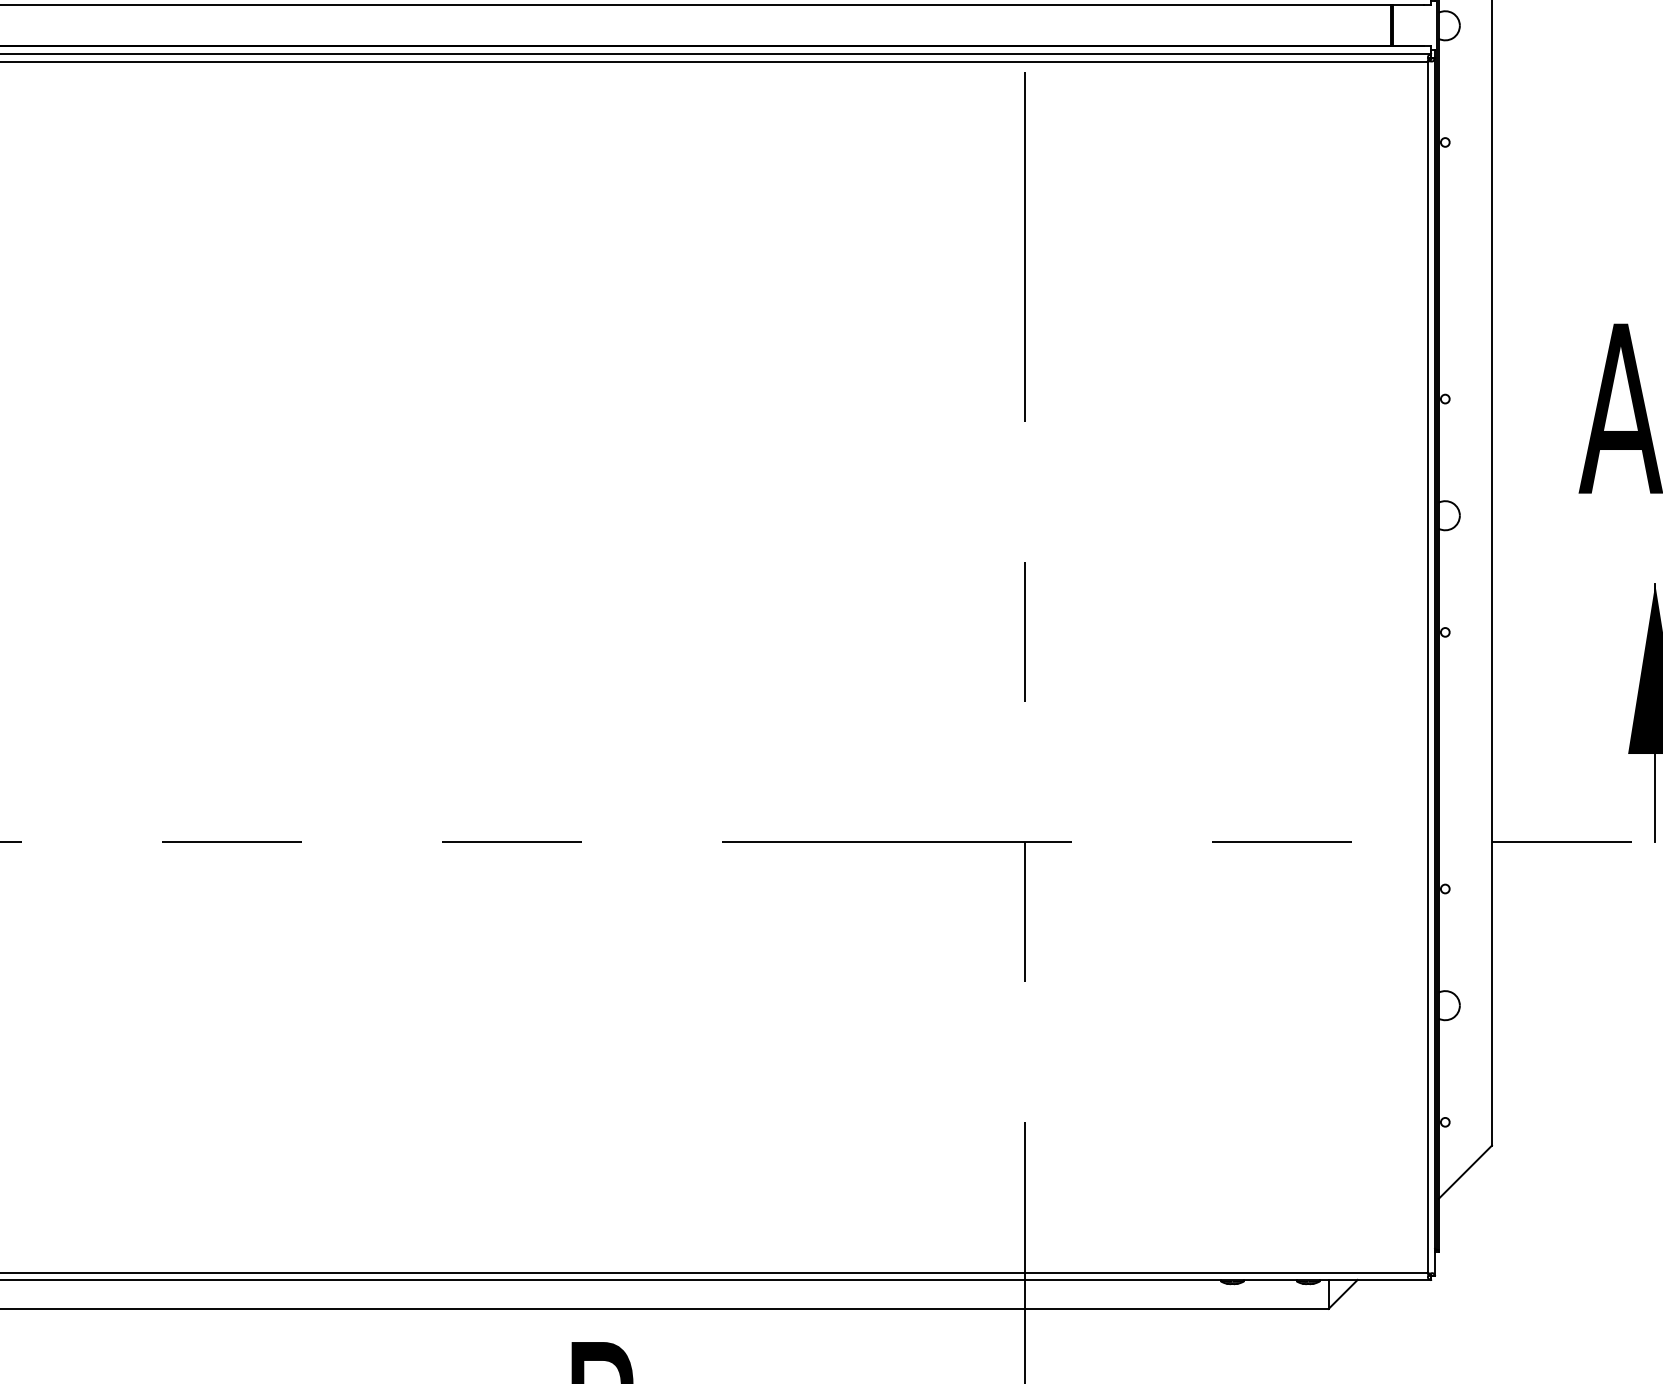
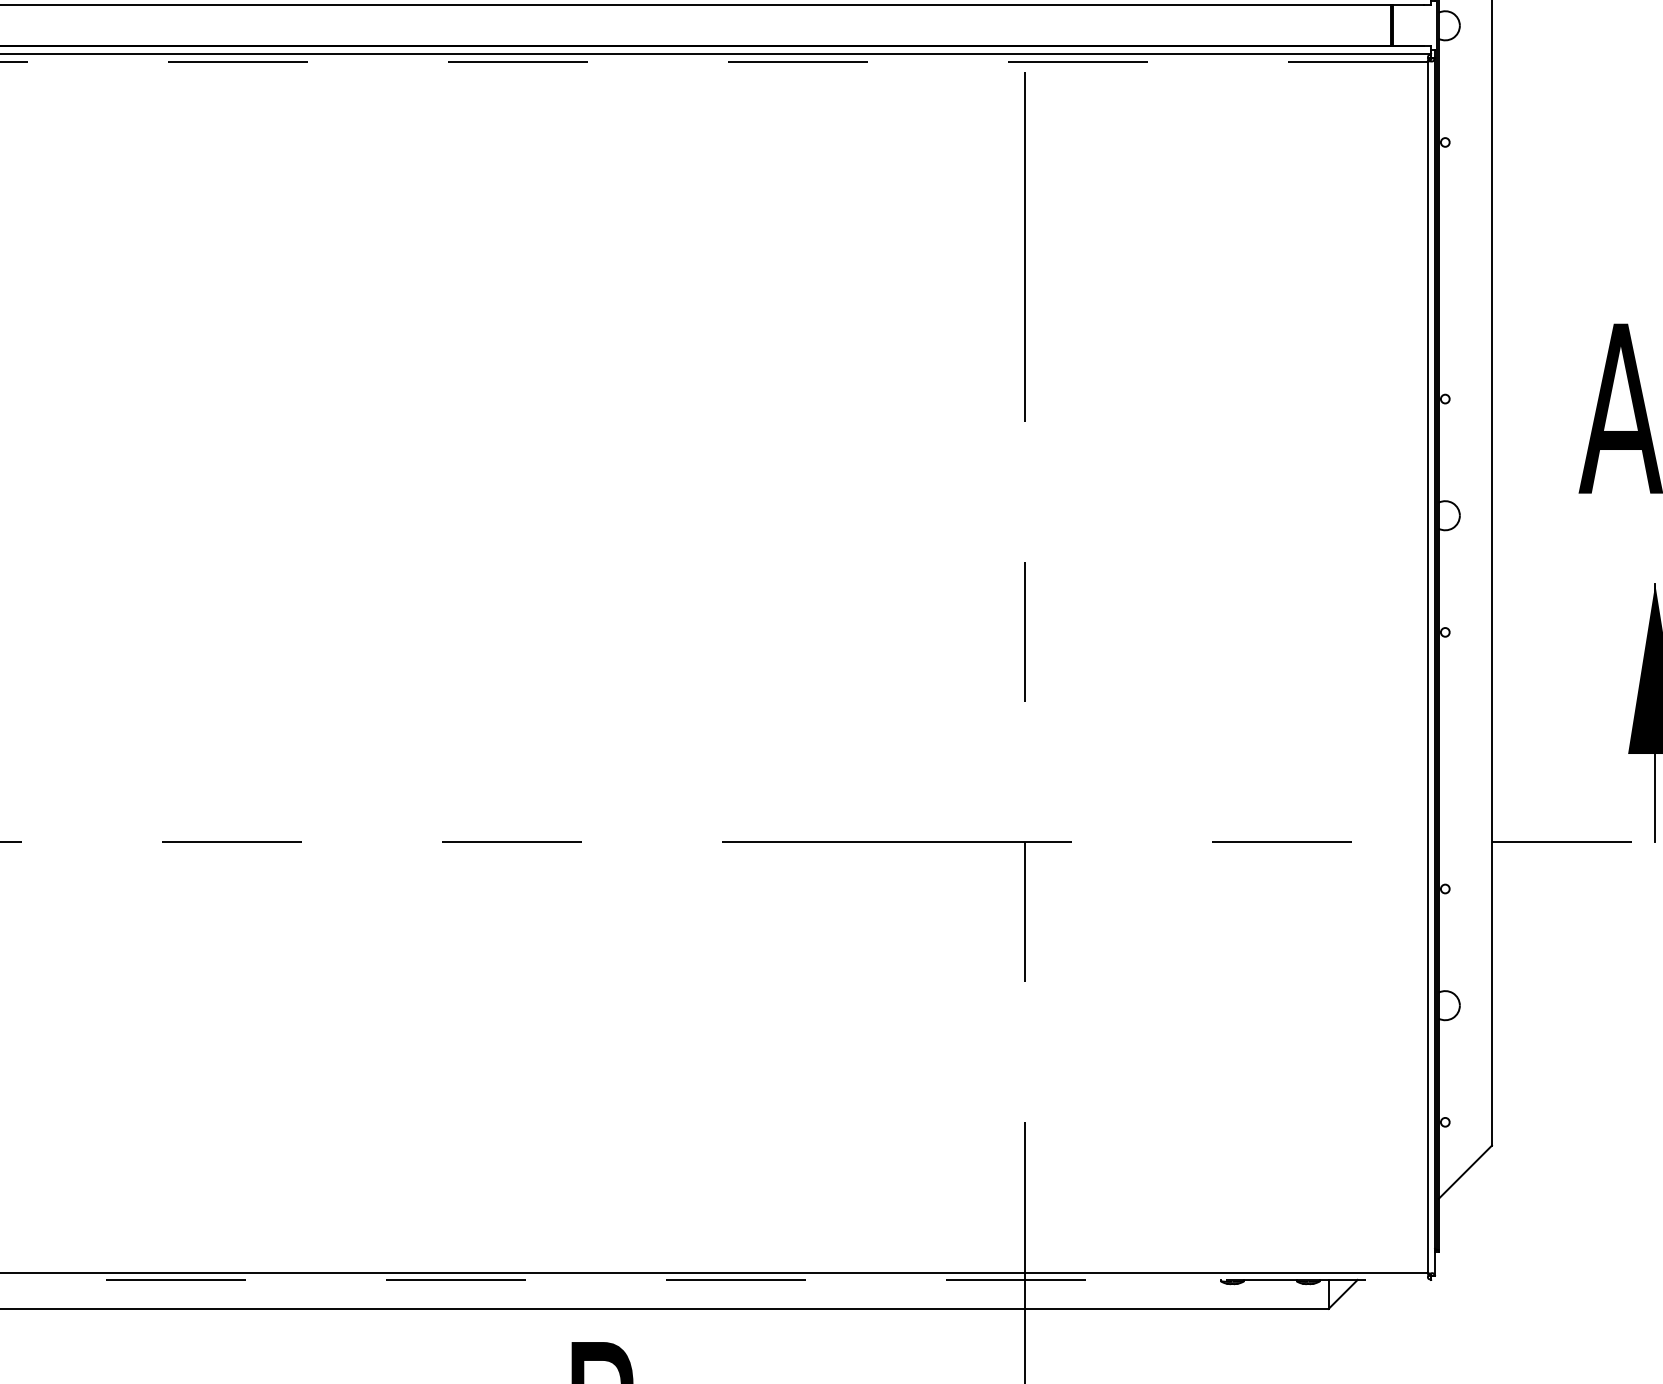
line at (713, 62): solid -> dashed
line at (716, 1279): solid -> dashed
